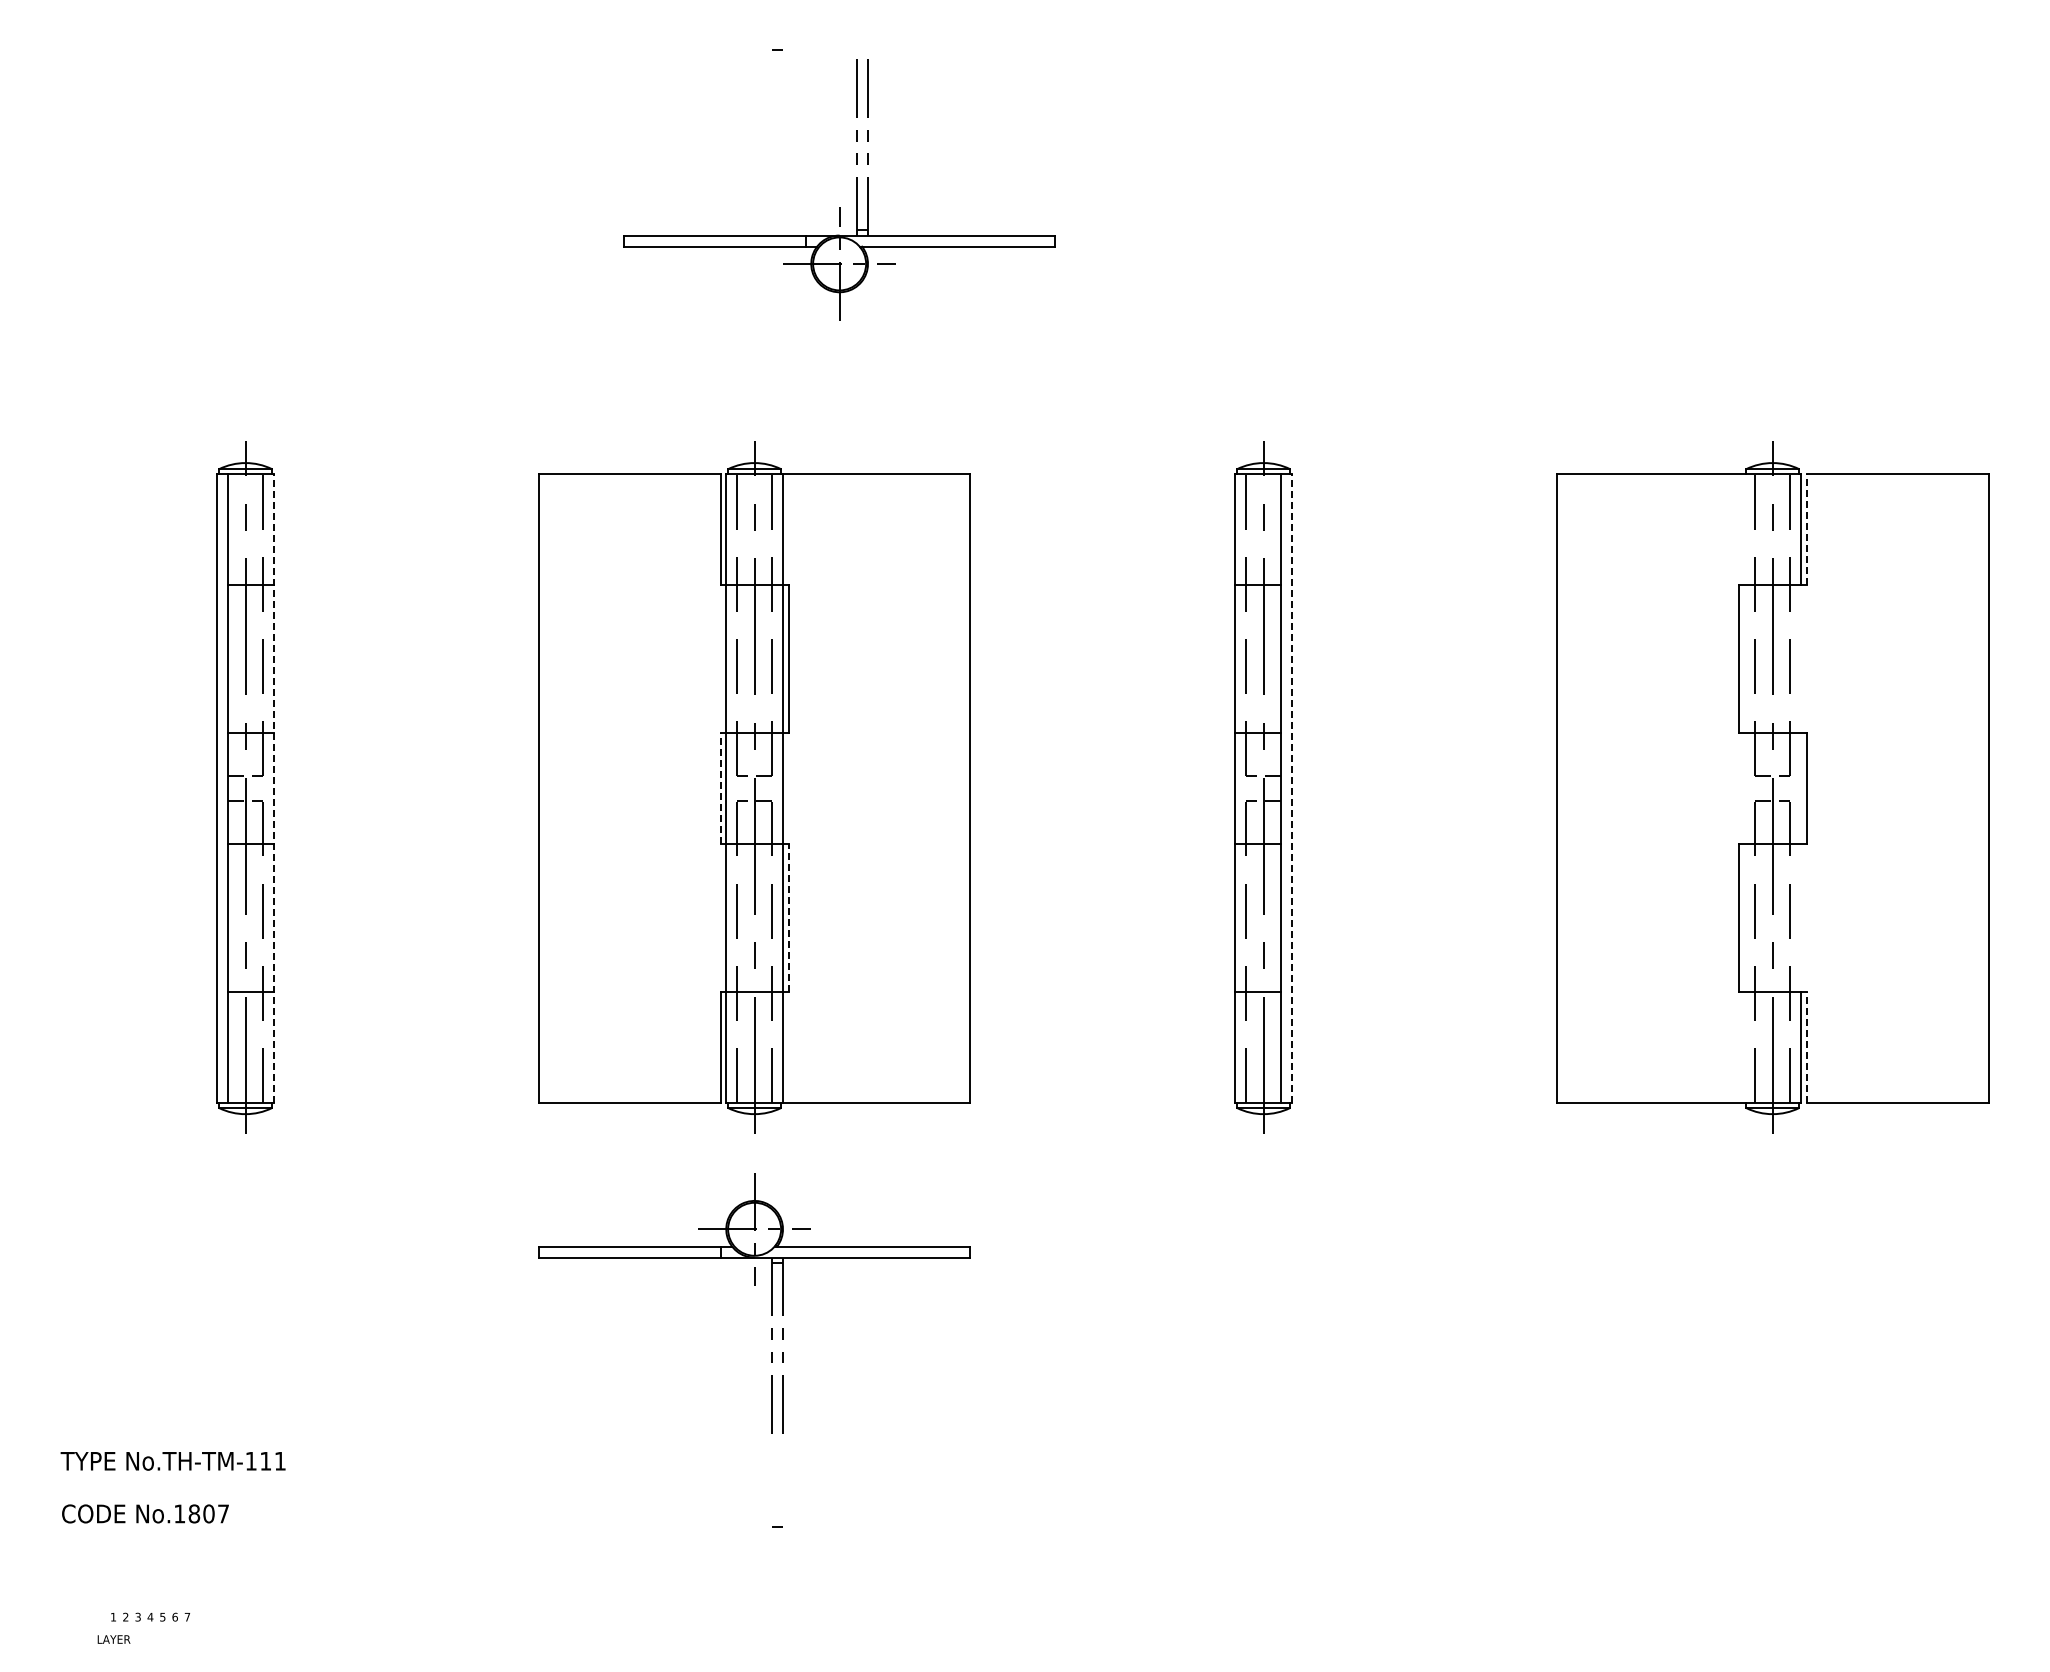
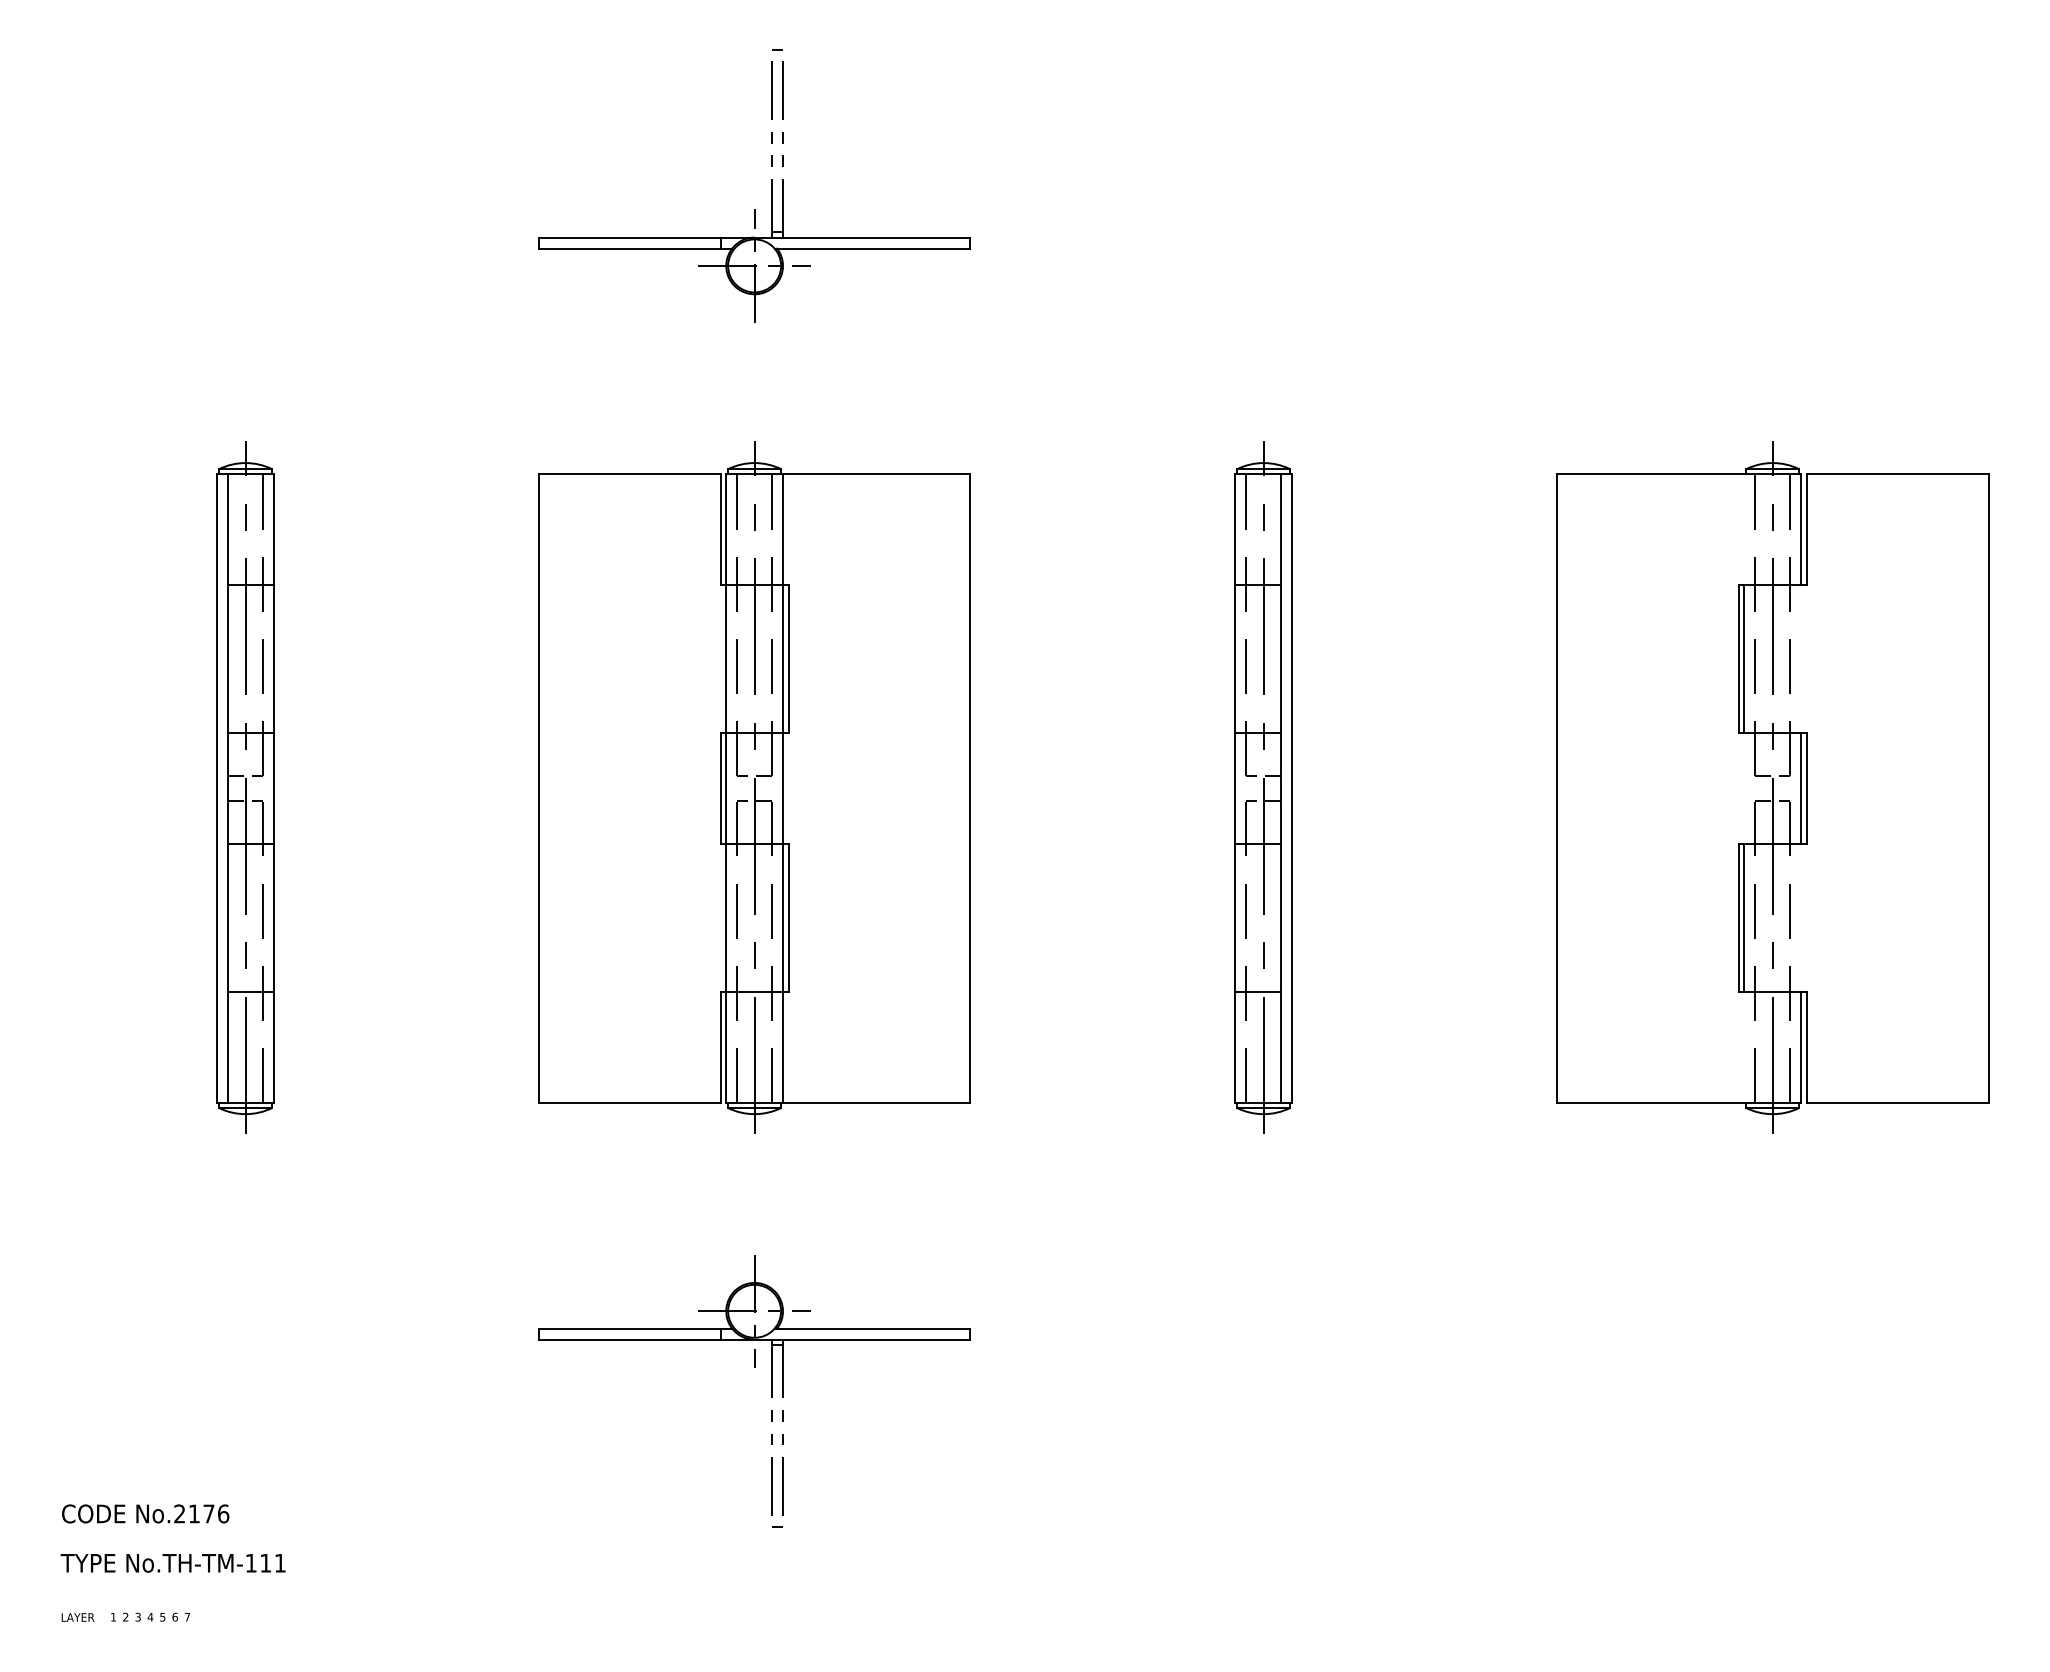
part at (856, 189) position: (856, 189) -> (771, 191)
line at (1806, 529): dashed -> solid
line at (1744, 659): none -> present
line at (273, 788): dashed -> solid
line at (720, 788): dashed -> solid
line at (1292, 788): dashed -> solid
line at (1801, 788): none -> present
line at (788, 918): dashed -> solid
line at (1744, 918): none -> present
line at (1806, 1047): dashed -> solid
part at (771, 1303) position: (771, 1303) -> (771, 1385)
text at (172, 1461) position: (172, 1461) -> (172, 1563)
text at (201, 1513): No.1807 -> No.2176
text at (113, 1639) position: (113, 1639) -> (77, 1617)
